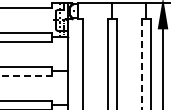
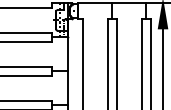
line at (141, 64): dashed -> solid
line at (26, 75): dashed -> solid
